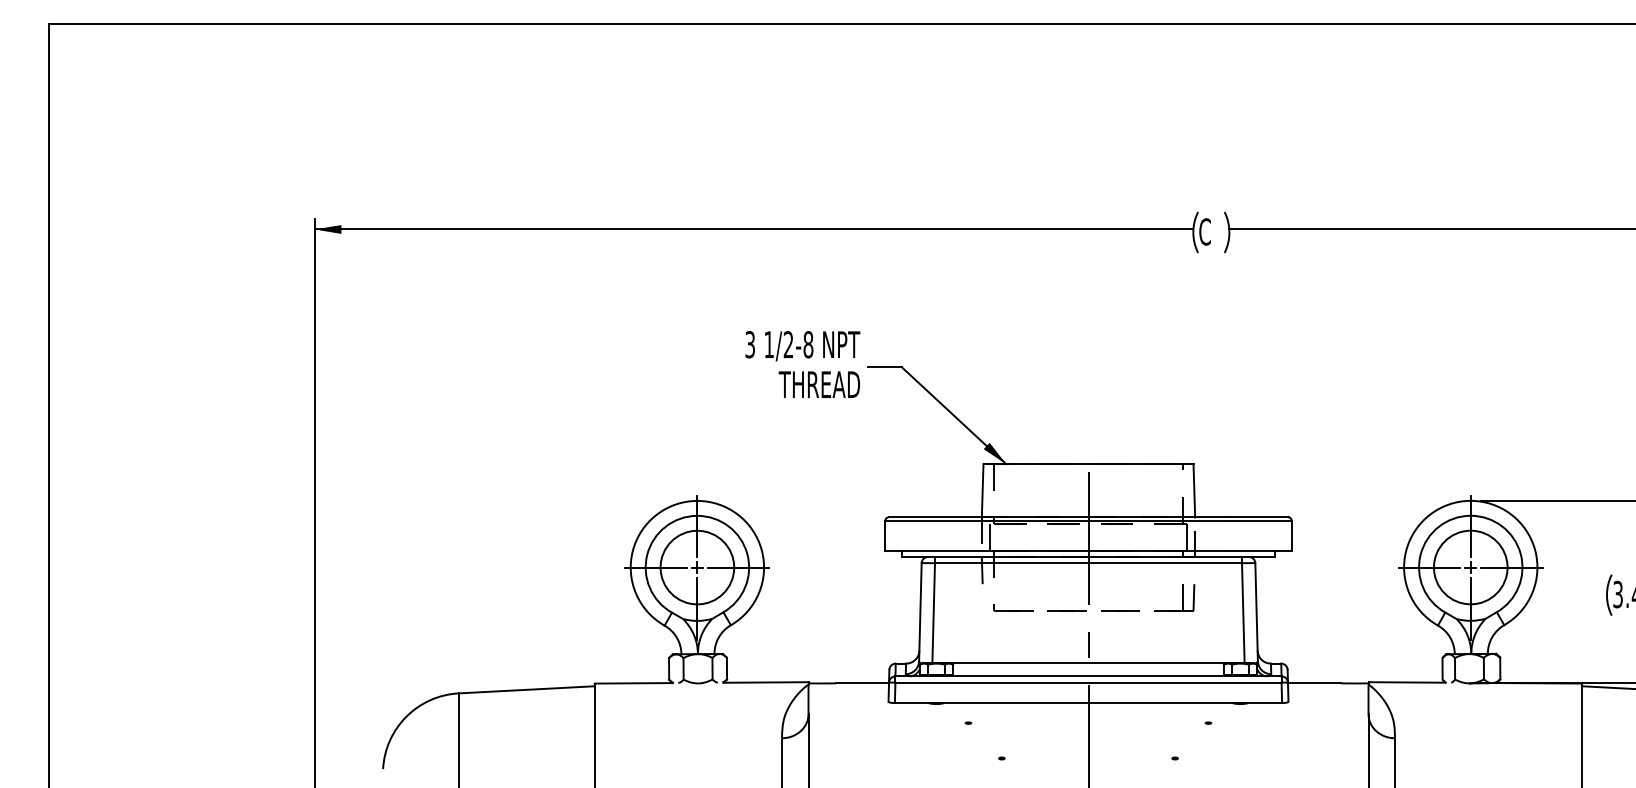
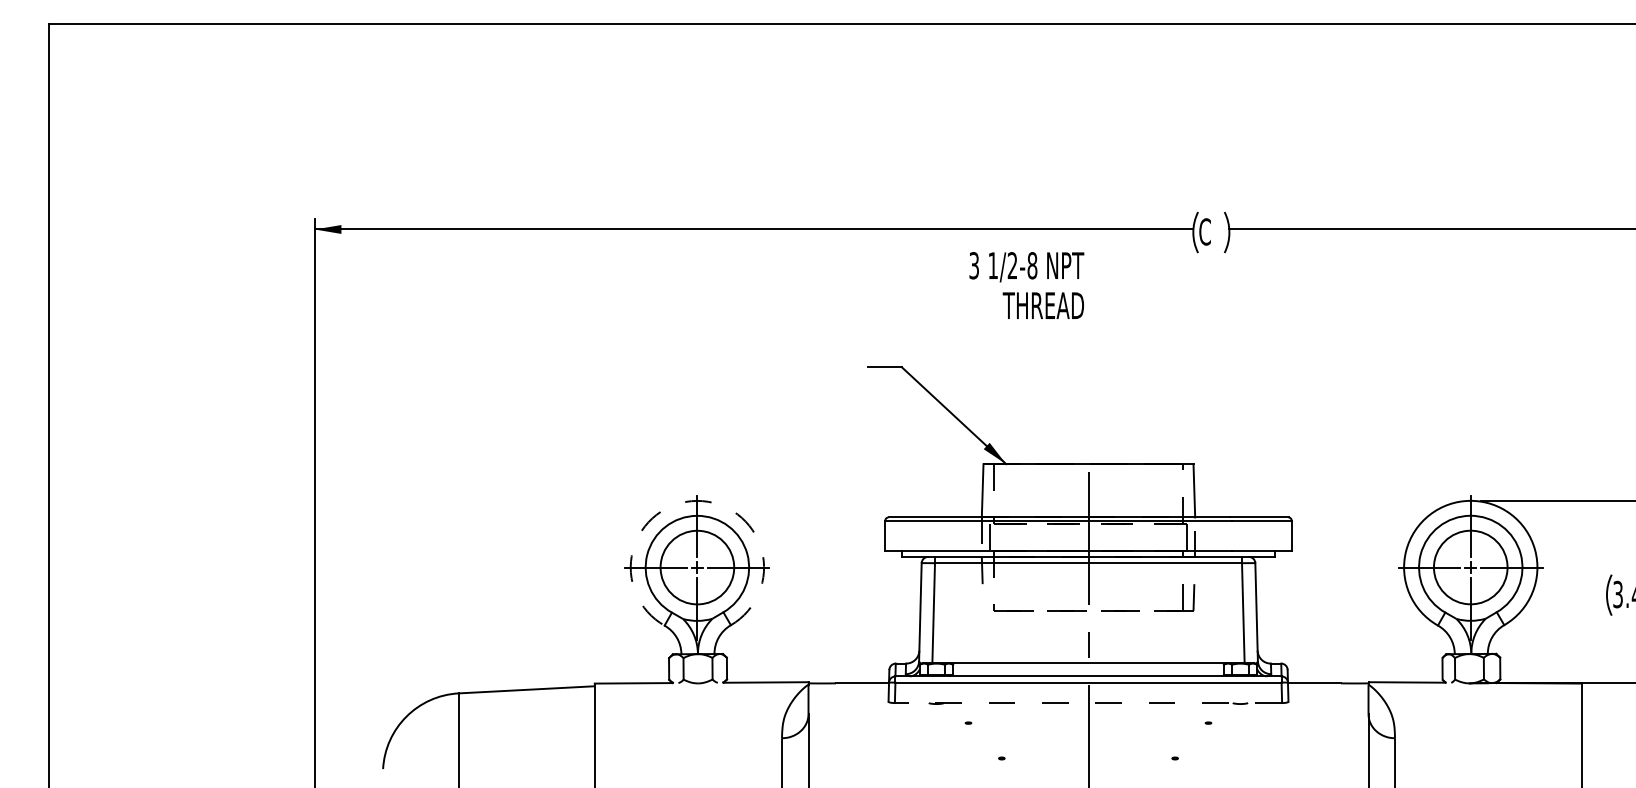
text at (802, 364) position: (802, 364) -> (1026, 285)
arc at (696, 500): solid -> dashed
line at (1606, 687): present -> none
line at (1088, 703): solid -> dashed
